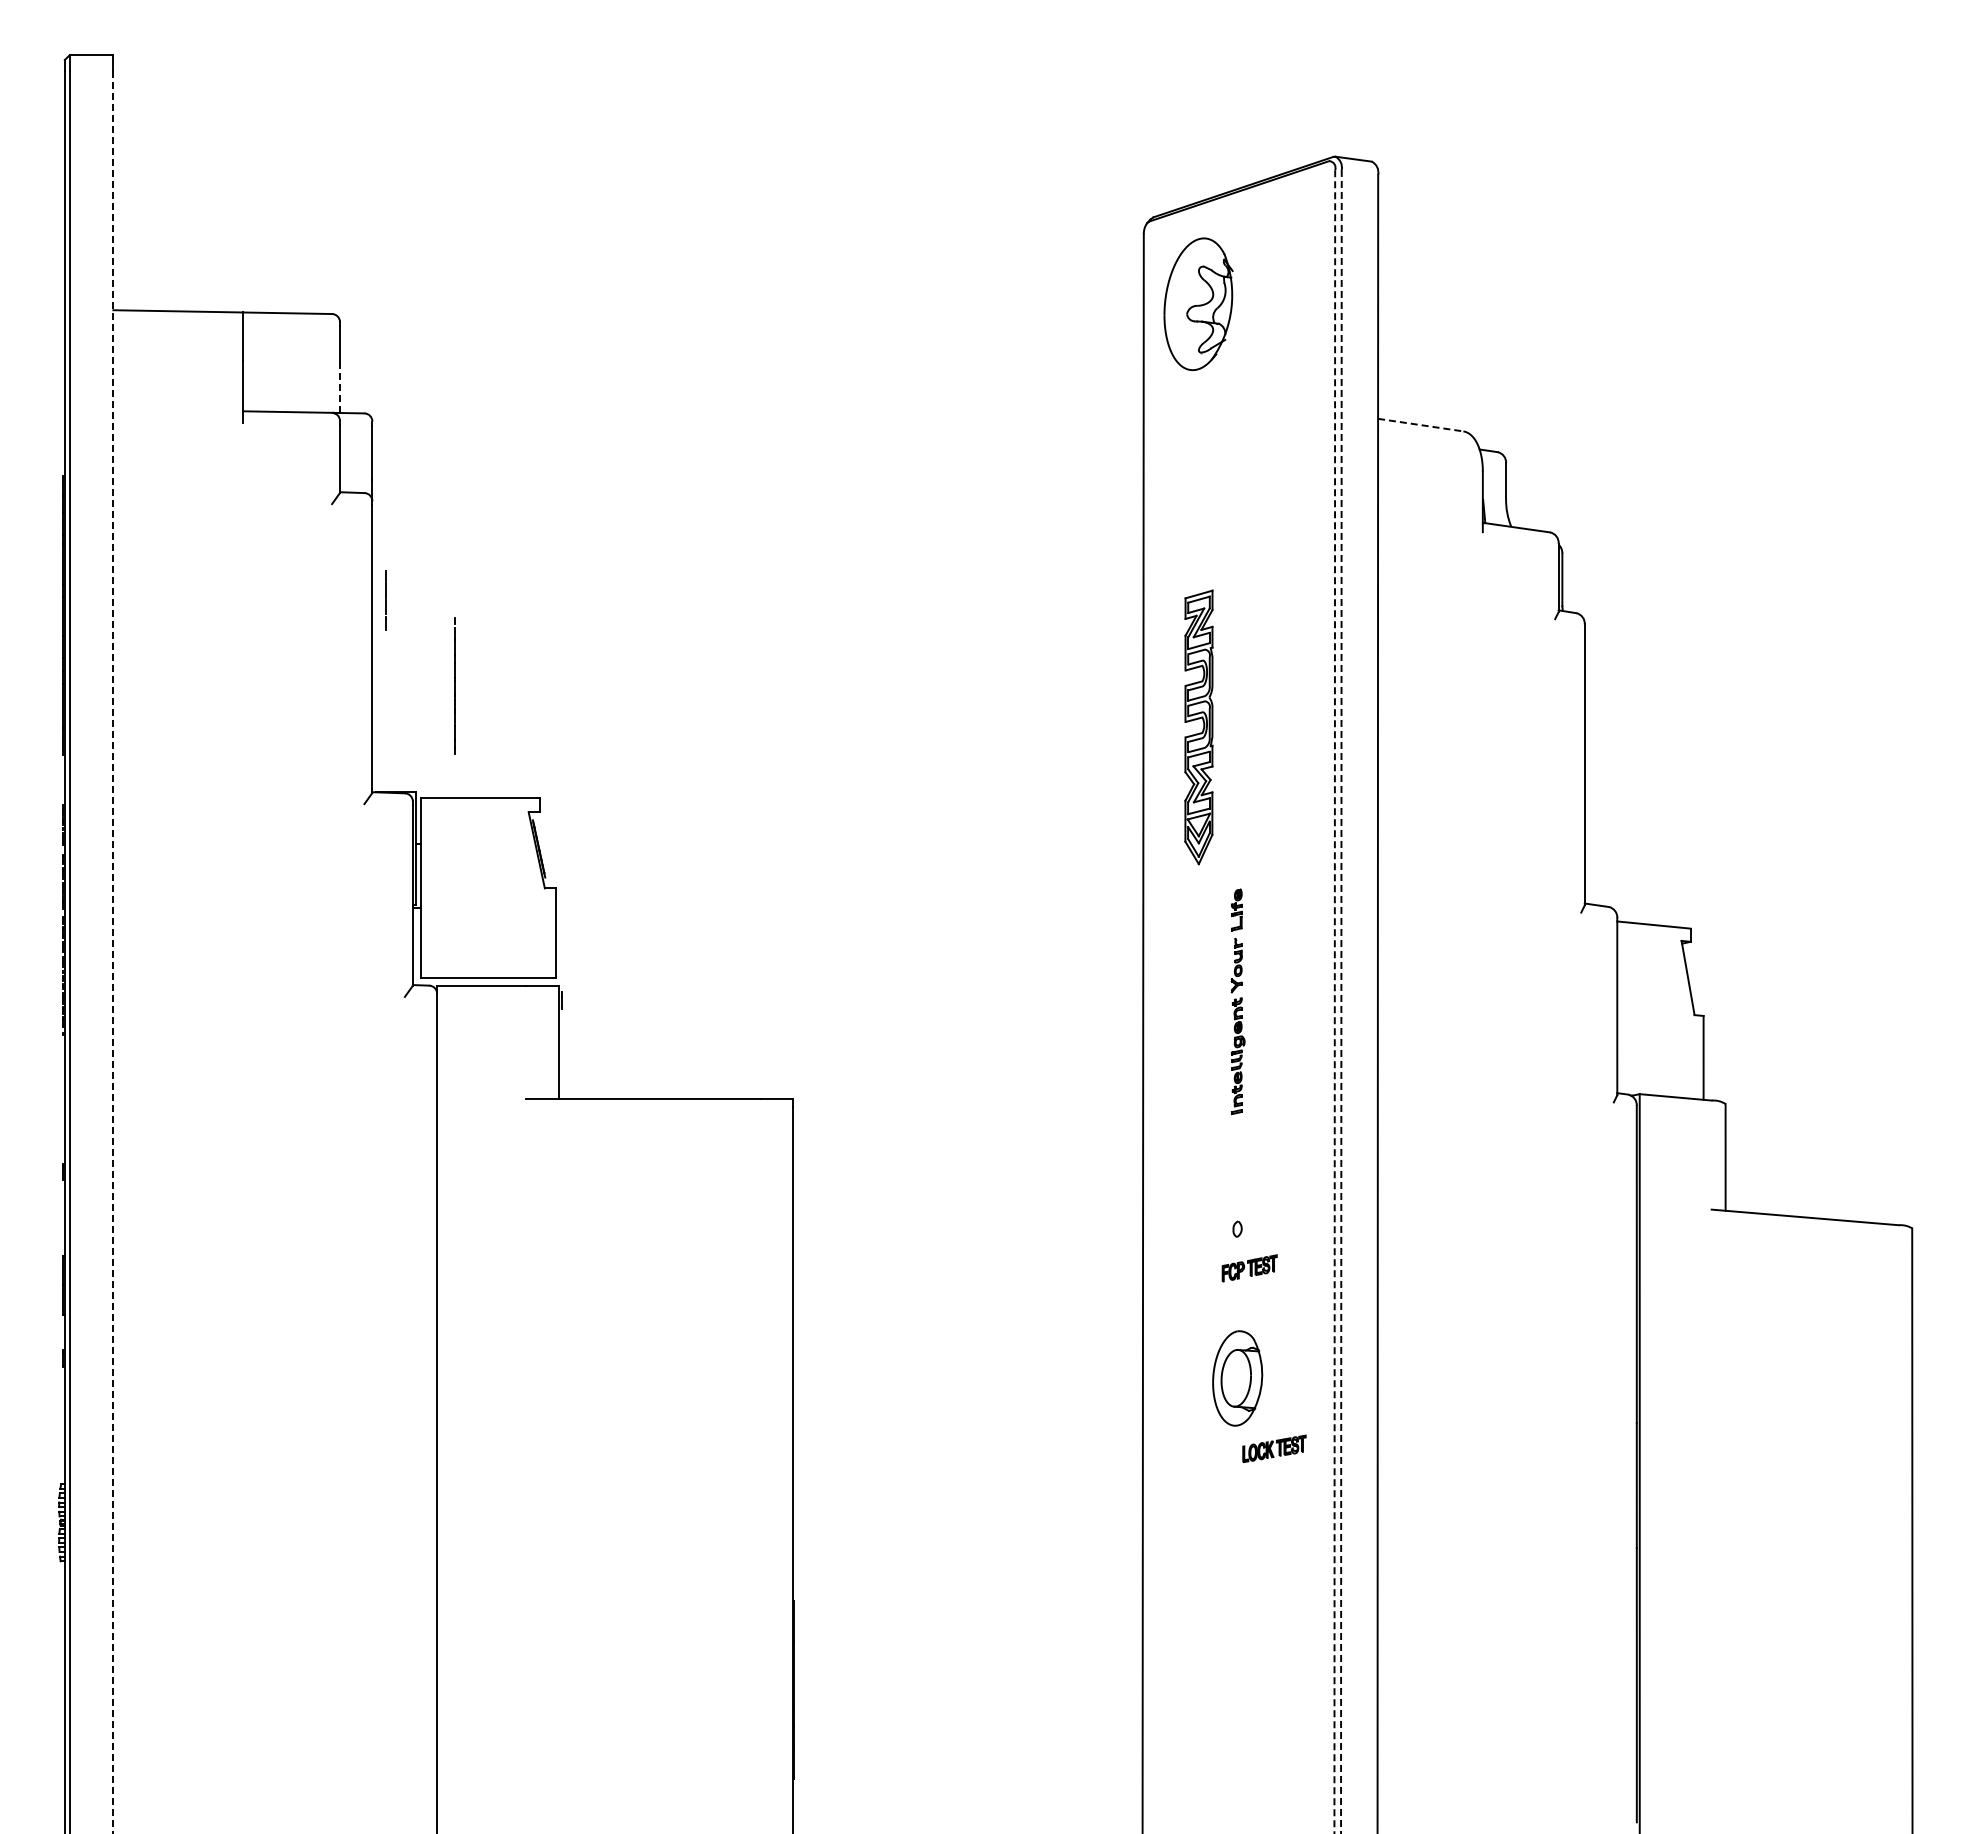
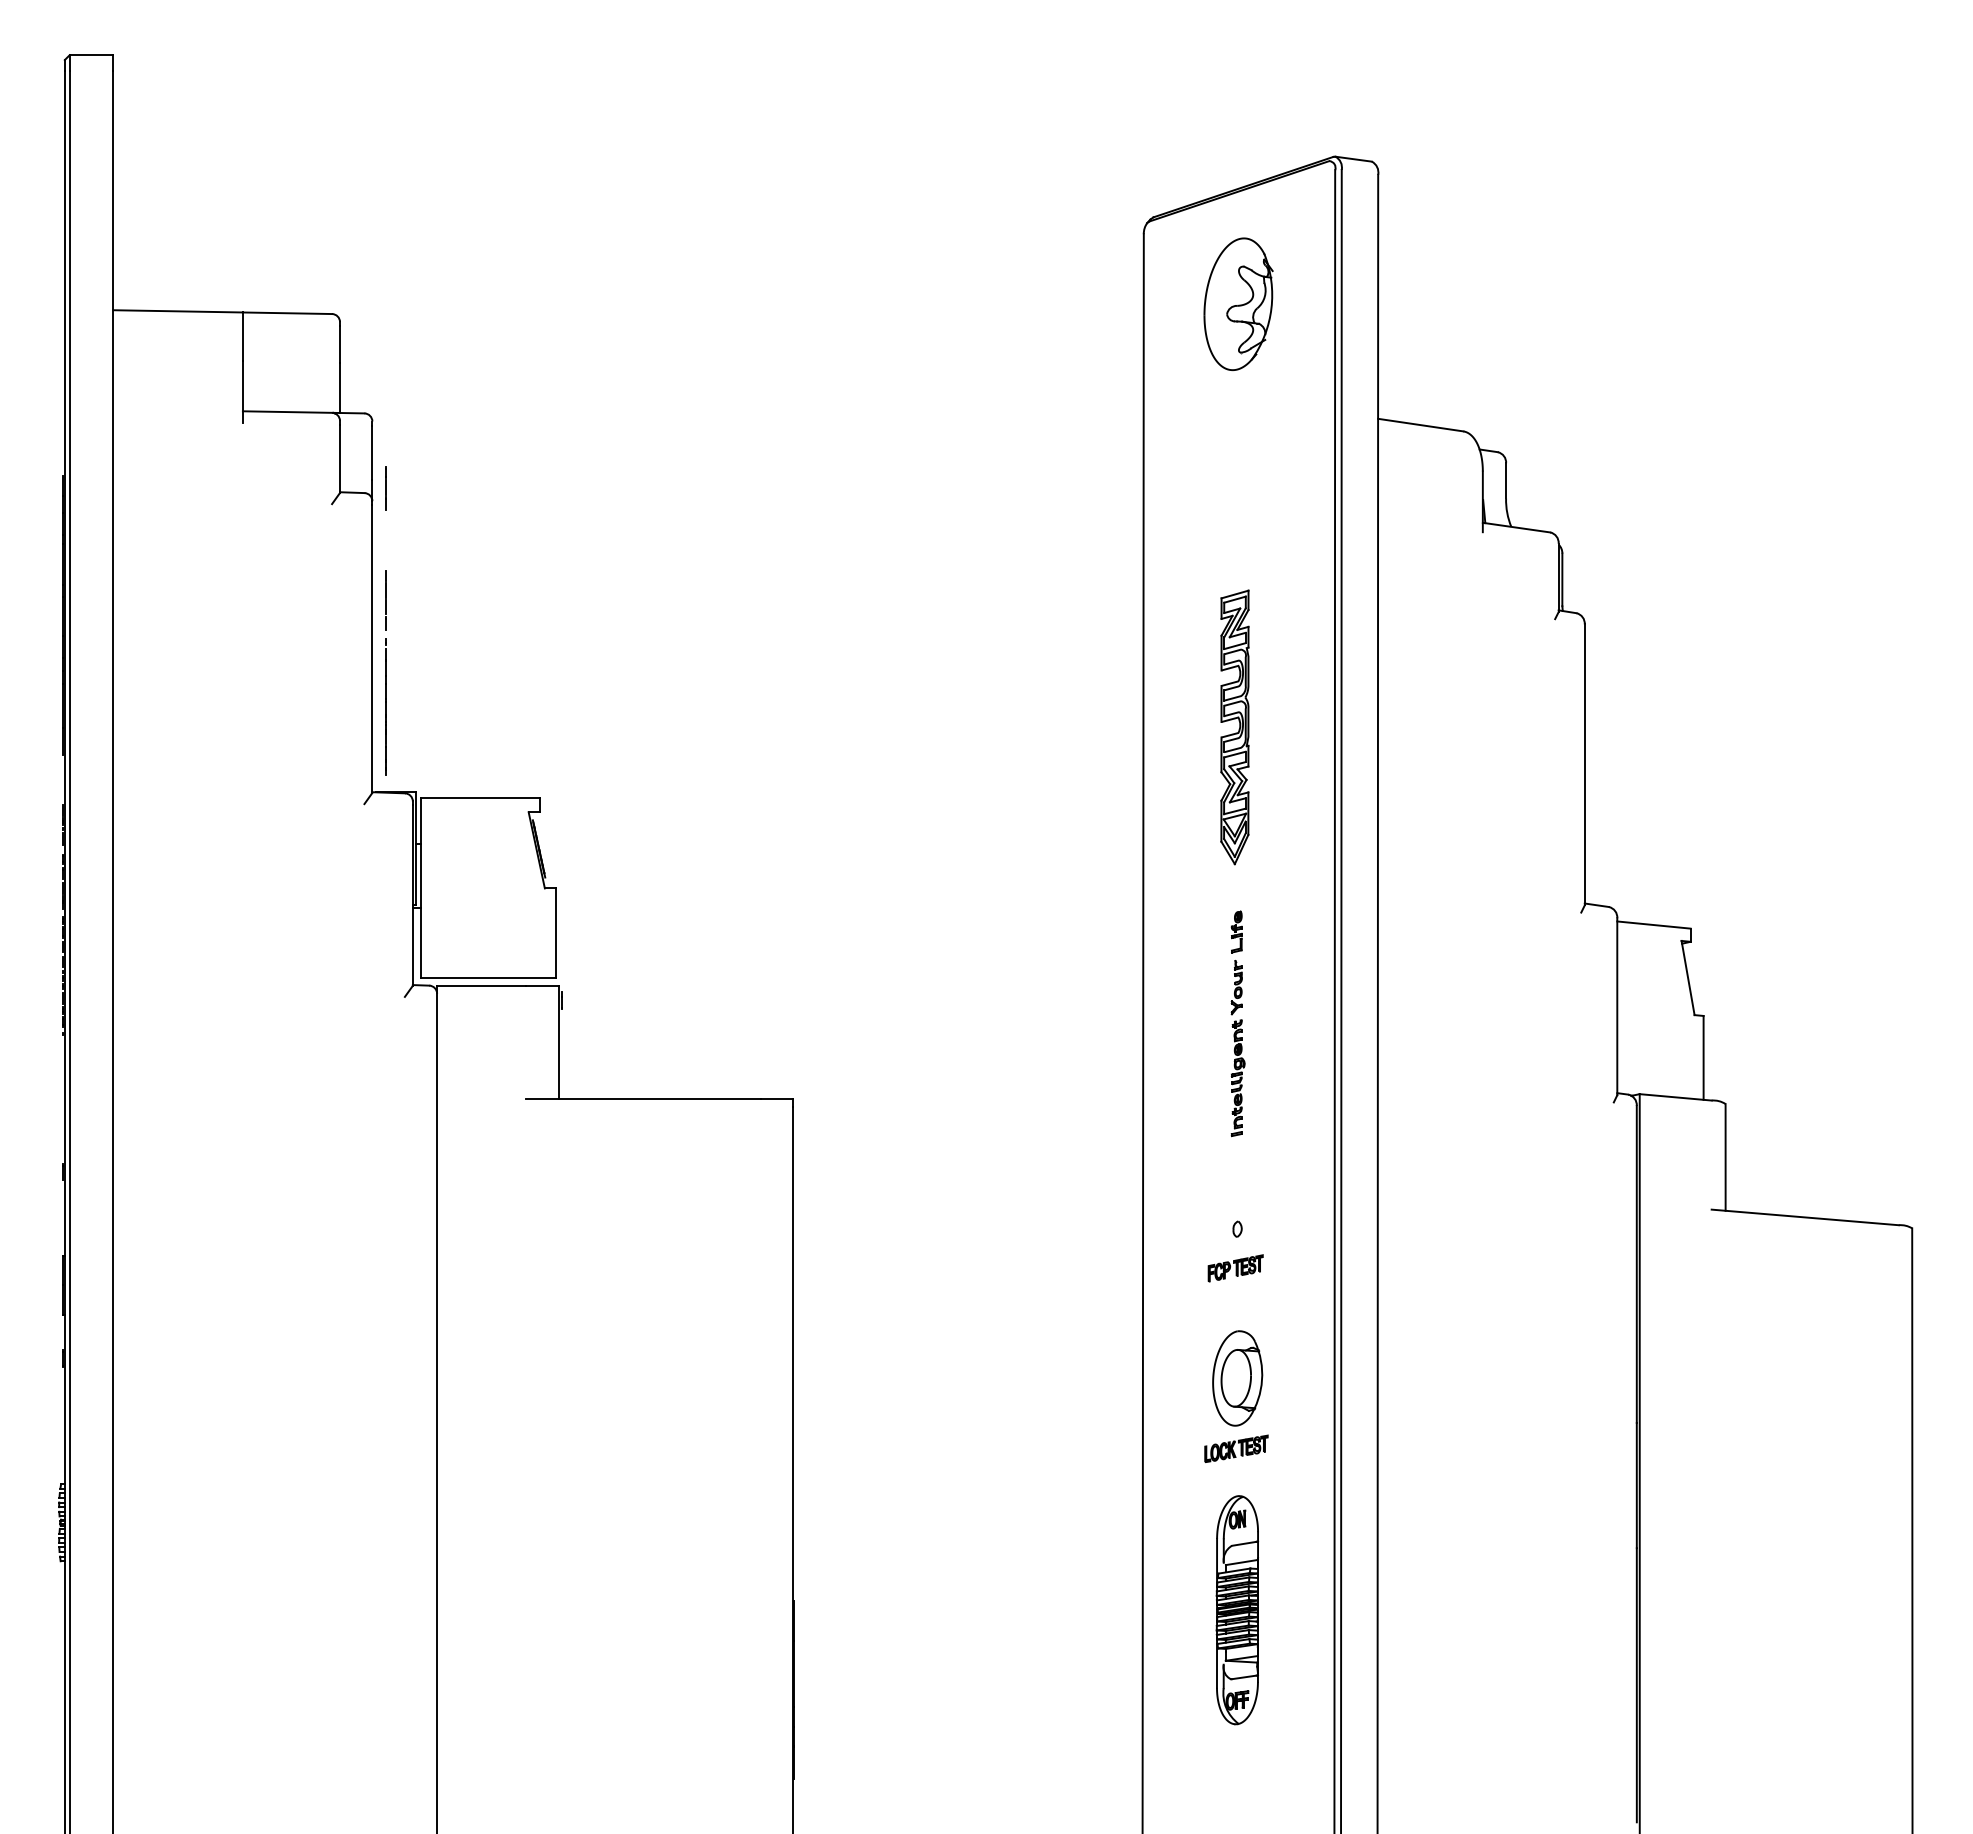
part at (1198, 303) position: (1198, 303) -> (1238, 303)
line at (340, 387): dashed -> solid
line at (1421, 425): dashed -> solid
line at (385, 488): none -> present
line at (454, 685) position: (454, 685) -> (385, 706)
part at (1198, 727) position: (1198, 727) -> (1234, 727)
line at (113, 952): dashed -> solid
part at (1237, 1001) position: (1237, 1001) -> (1237, 1023)
line at (1341, 1001): dashed -> solid
line at (1334, 1002): dashed -> solid
part at (1249, 1268) position: (1249, 1268) -> (1235, 1268)
part at (1274, 1448) position: (1274, 1448) -> (1236, 1448)
part at (1237, 1610): none -> present
